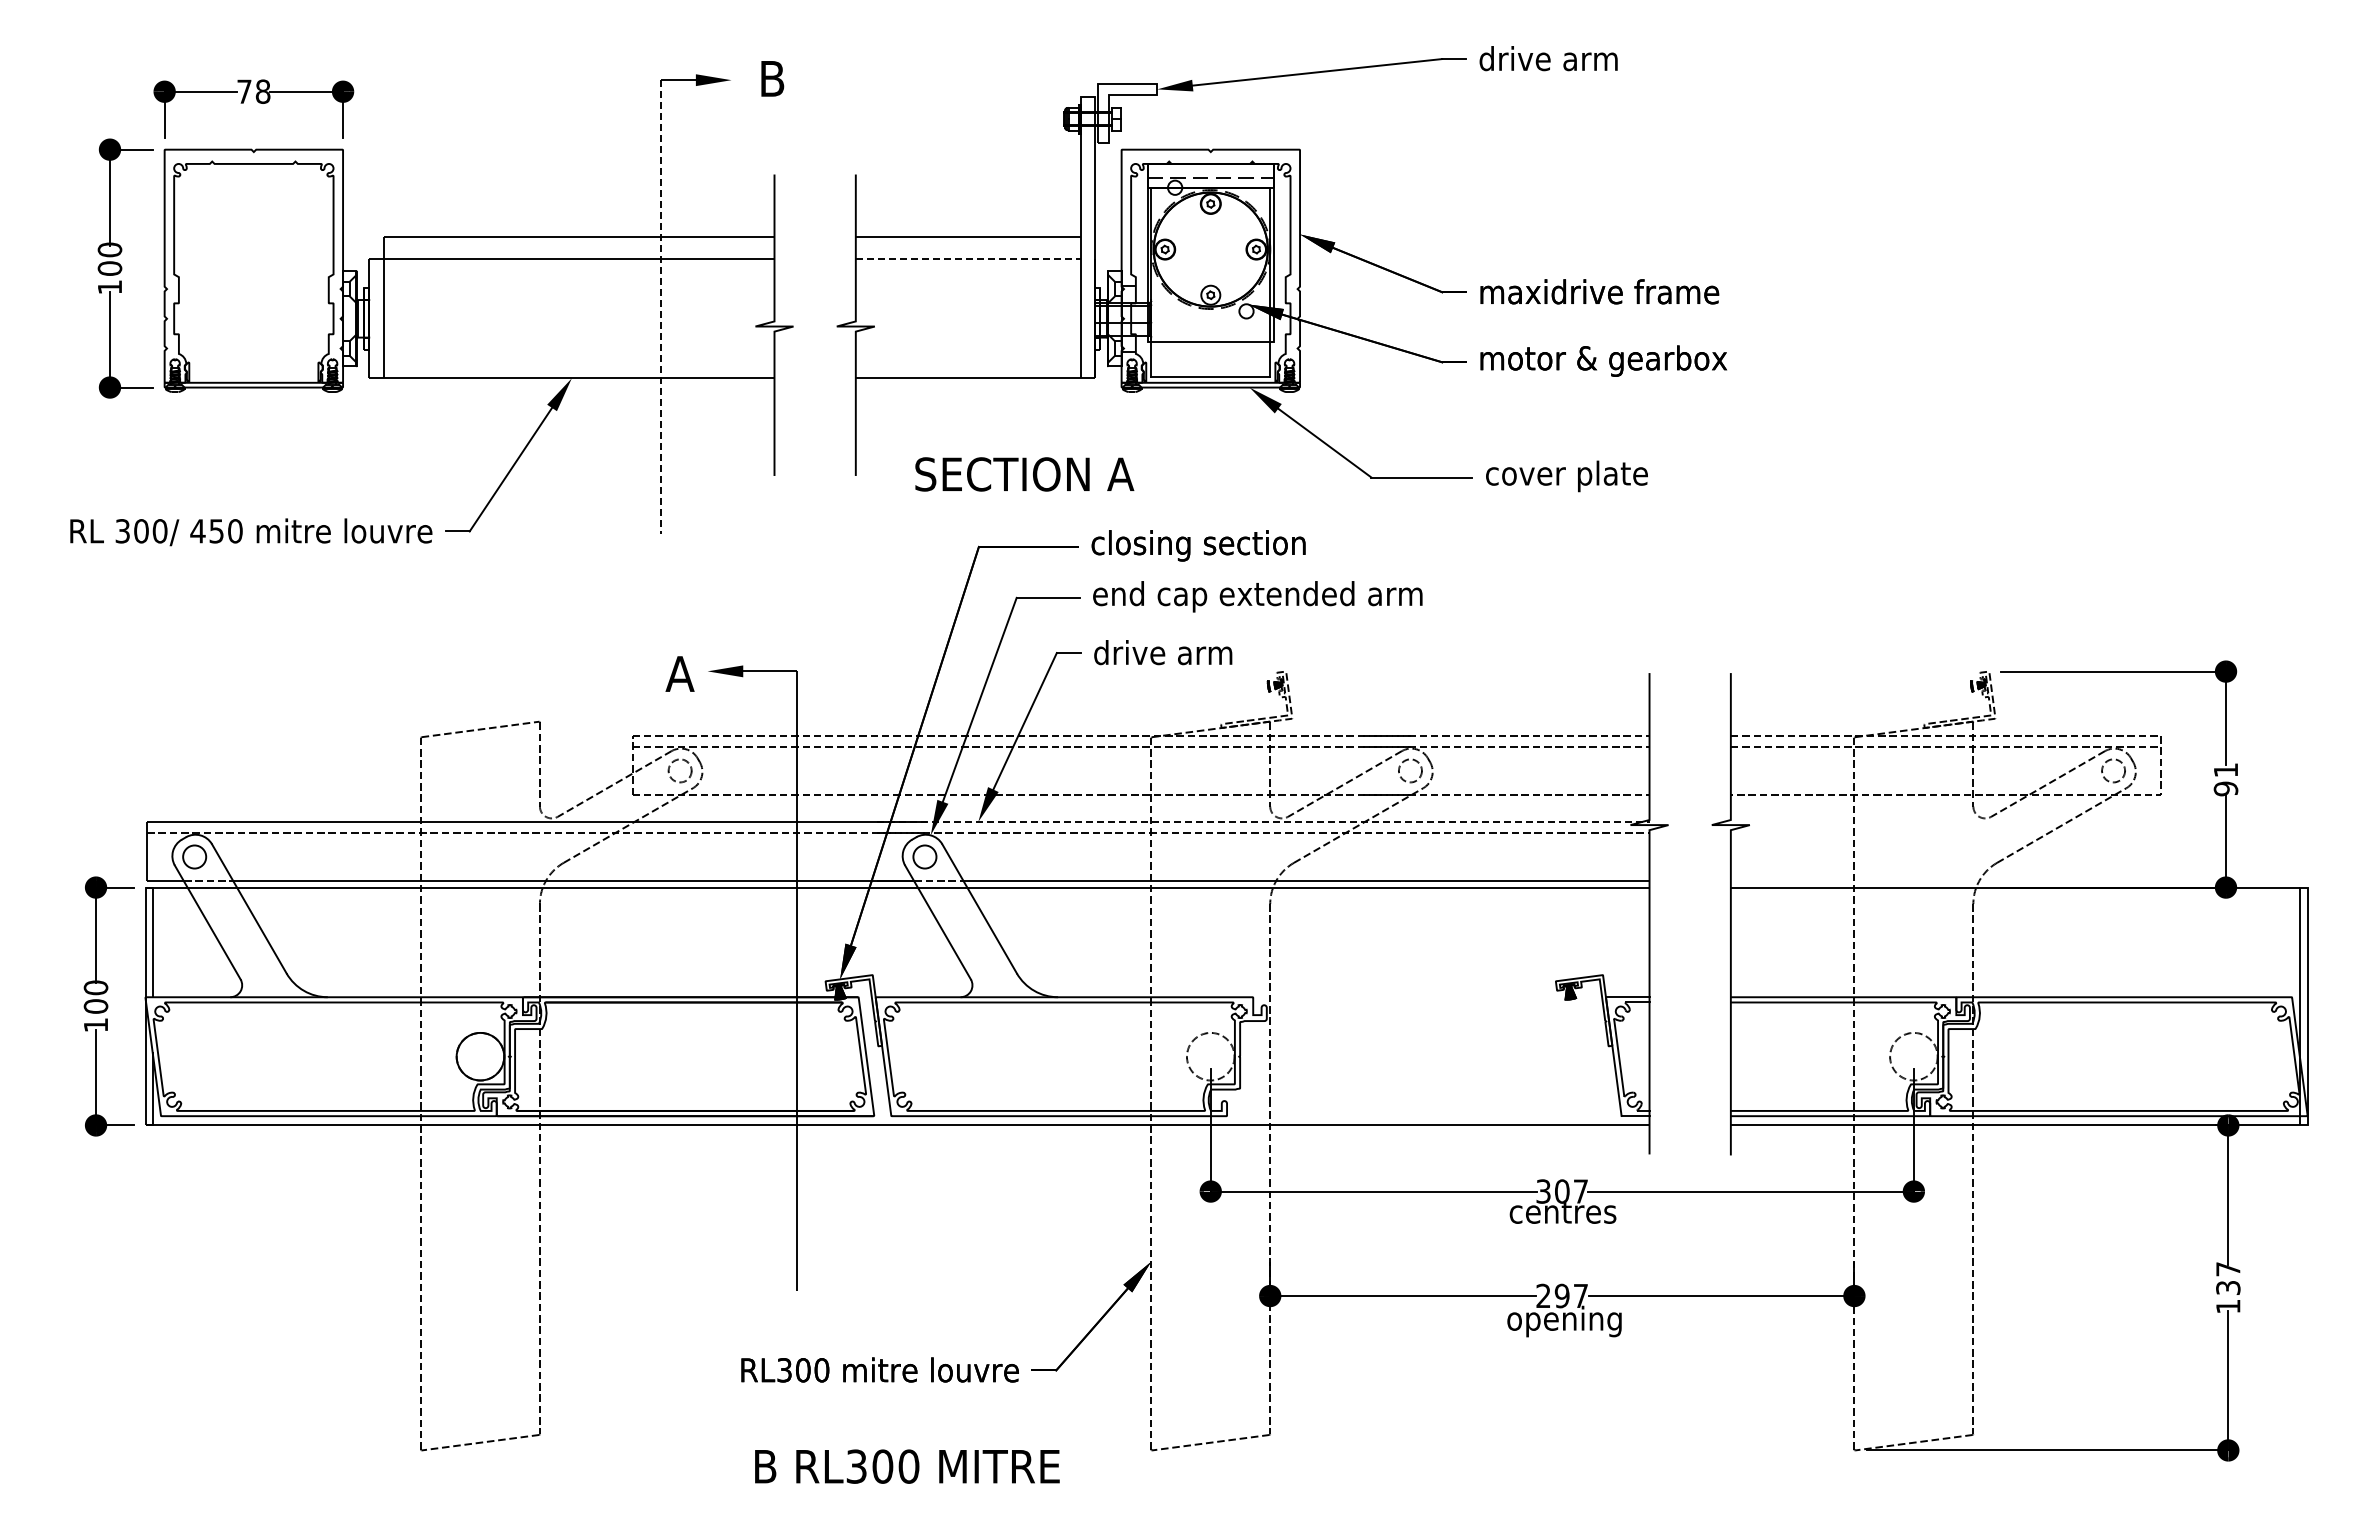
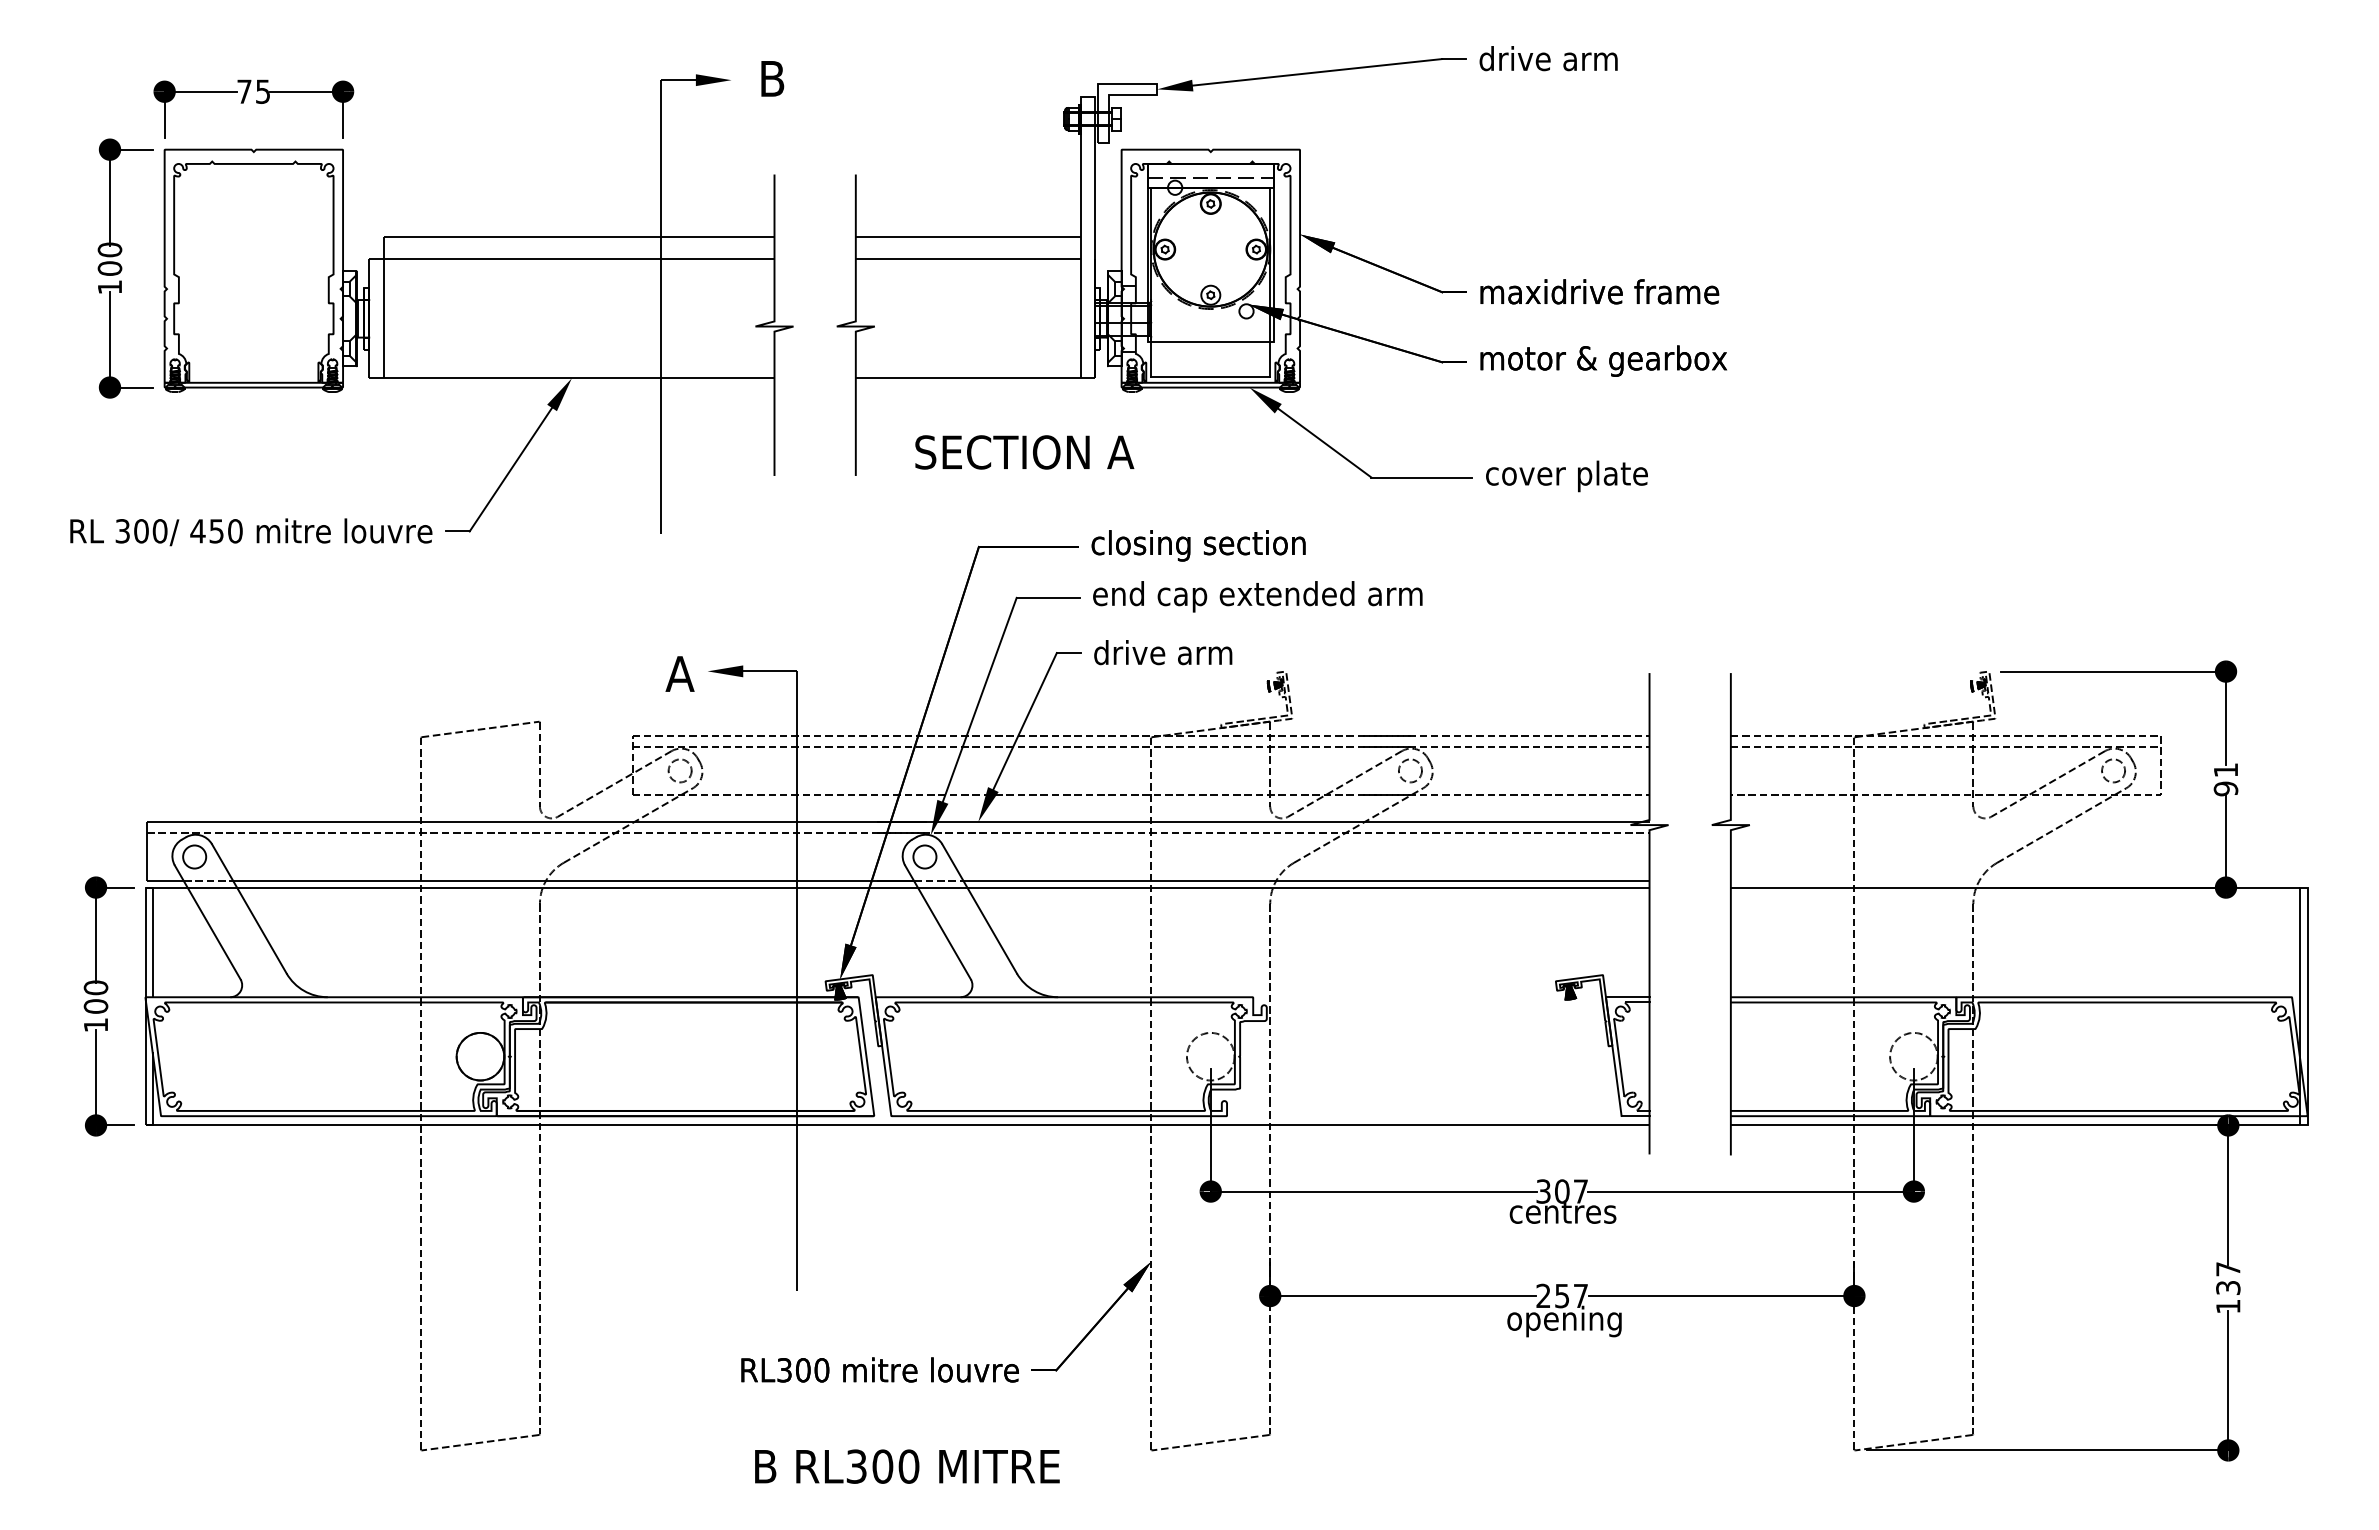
text at (262, 91): 78 -> 75
line at (968, 259): dashed -> solid
line at (661, 307): dashed -> solid
text at (1024, 474) position: (1024, 474) -> (1024, 452)
line at (1263, 821): dashed -> solid
text at (1561, 1295): 297 -> 257
